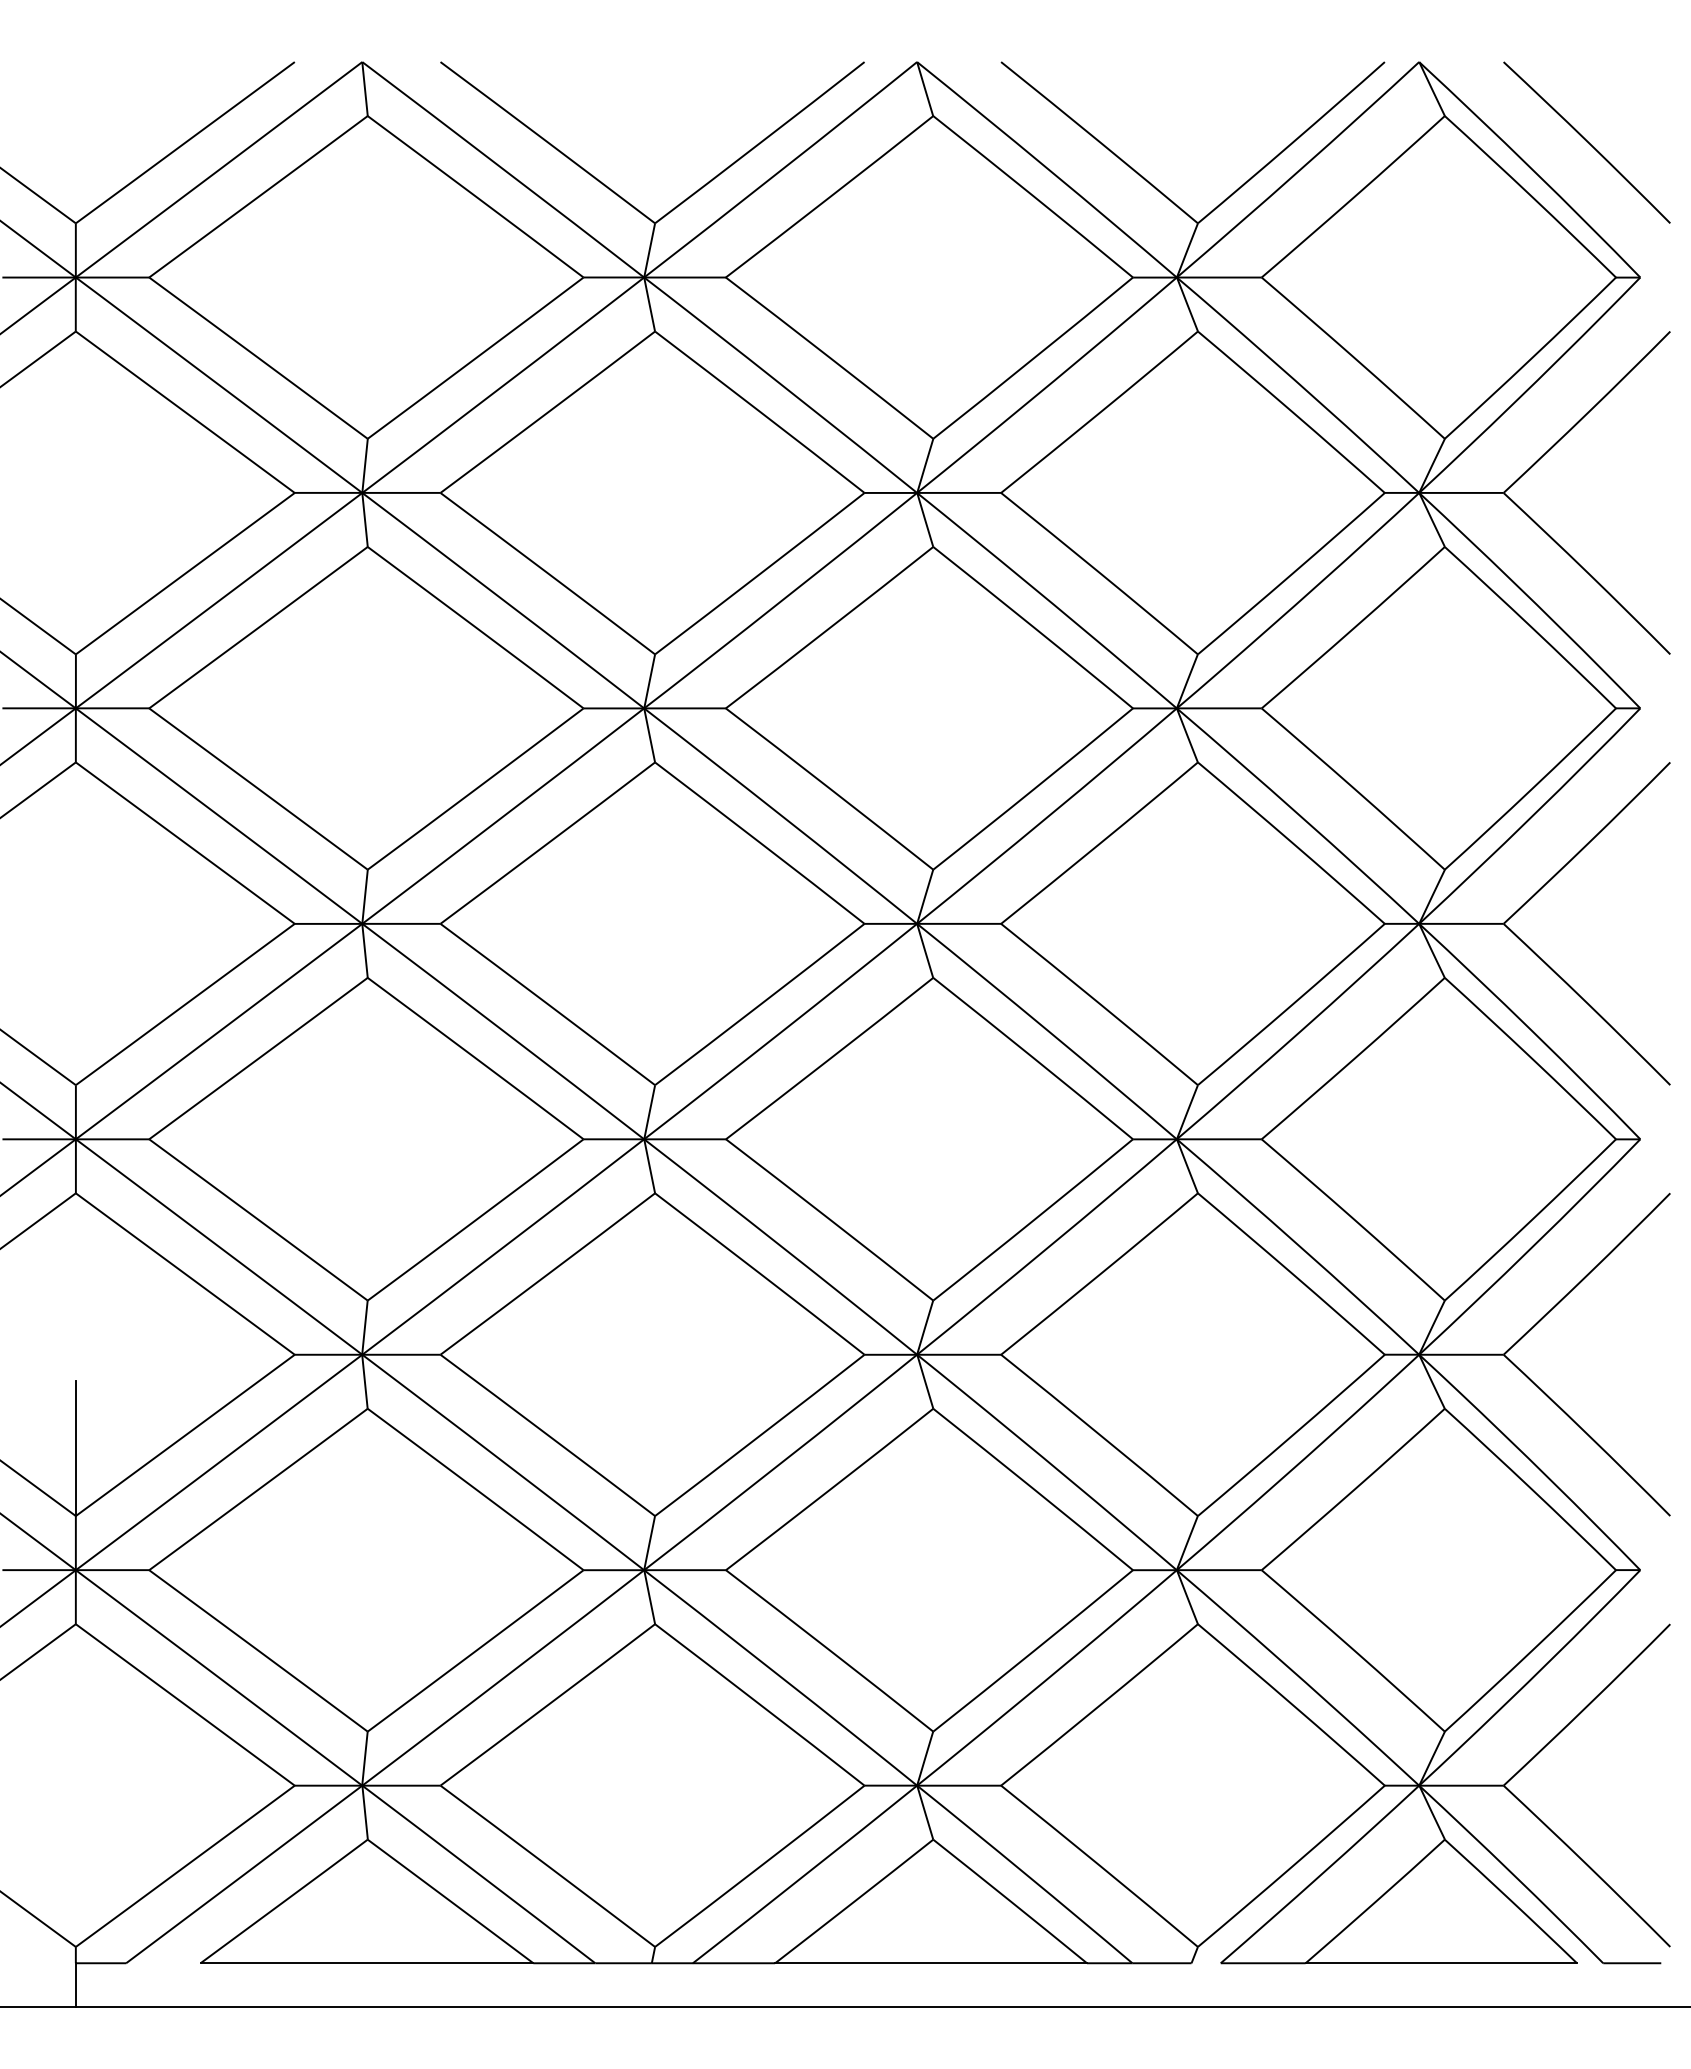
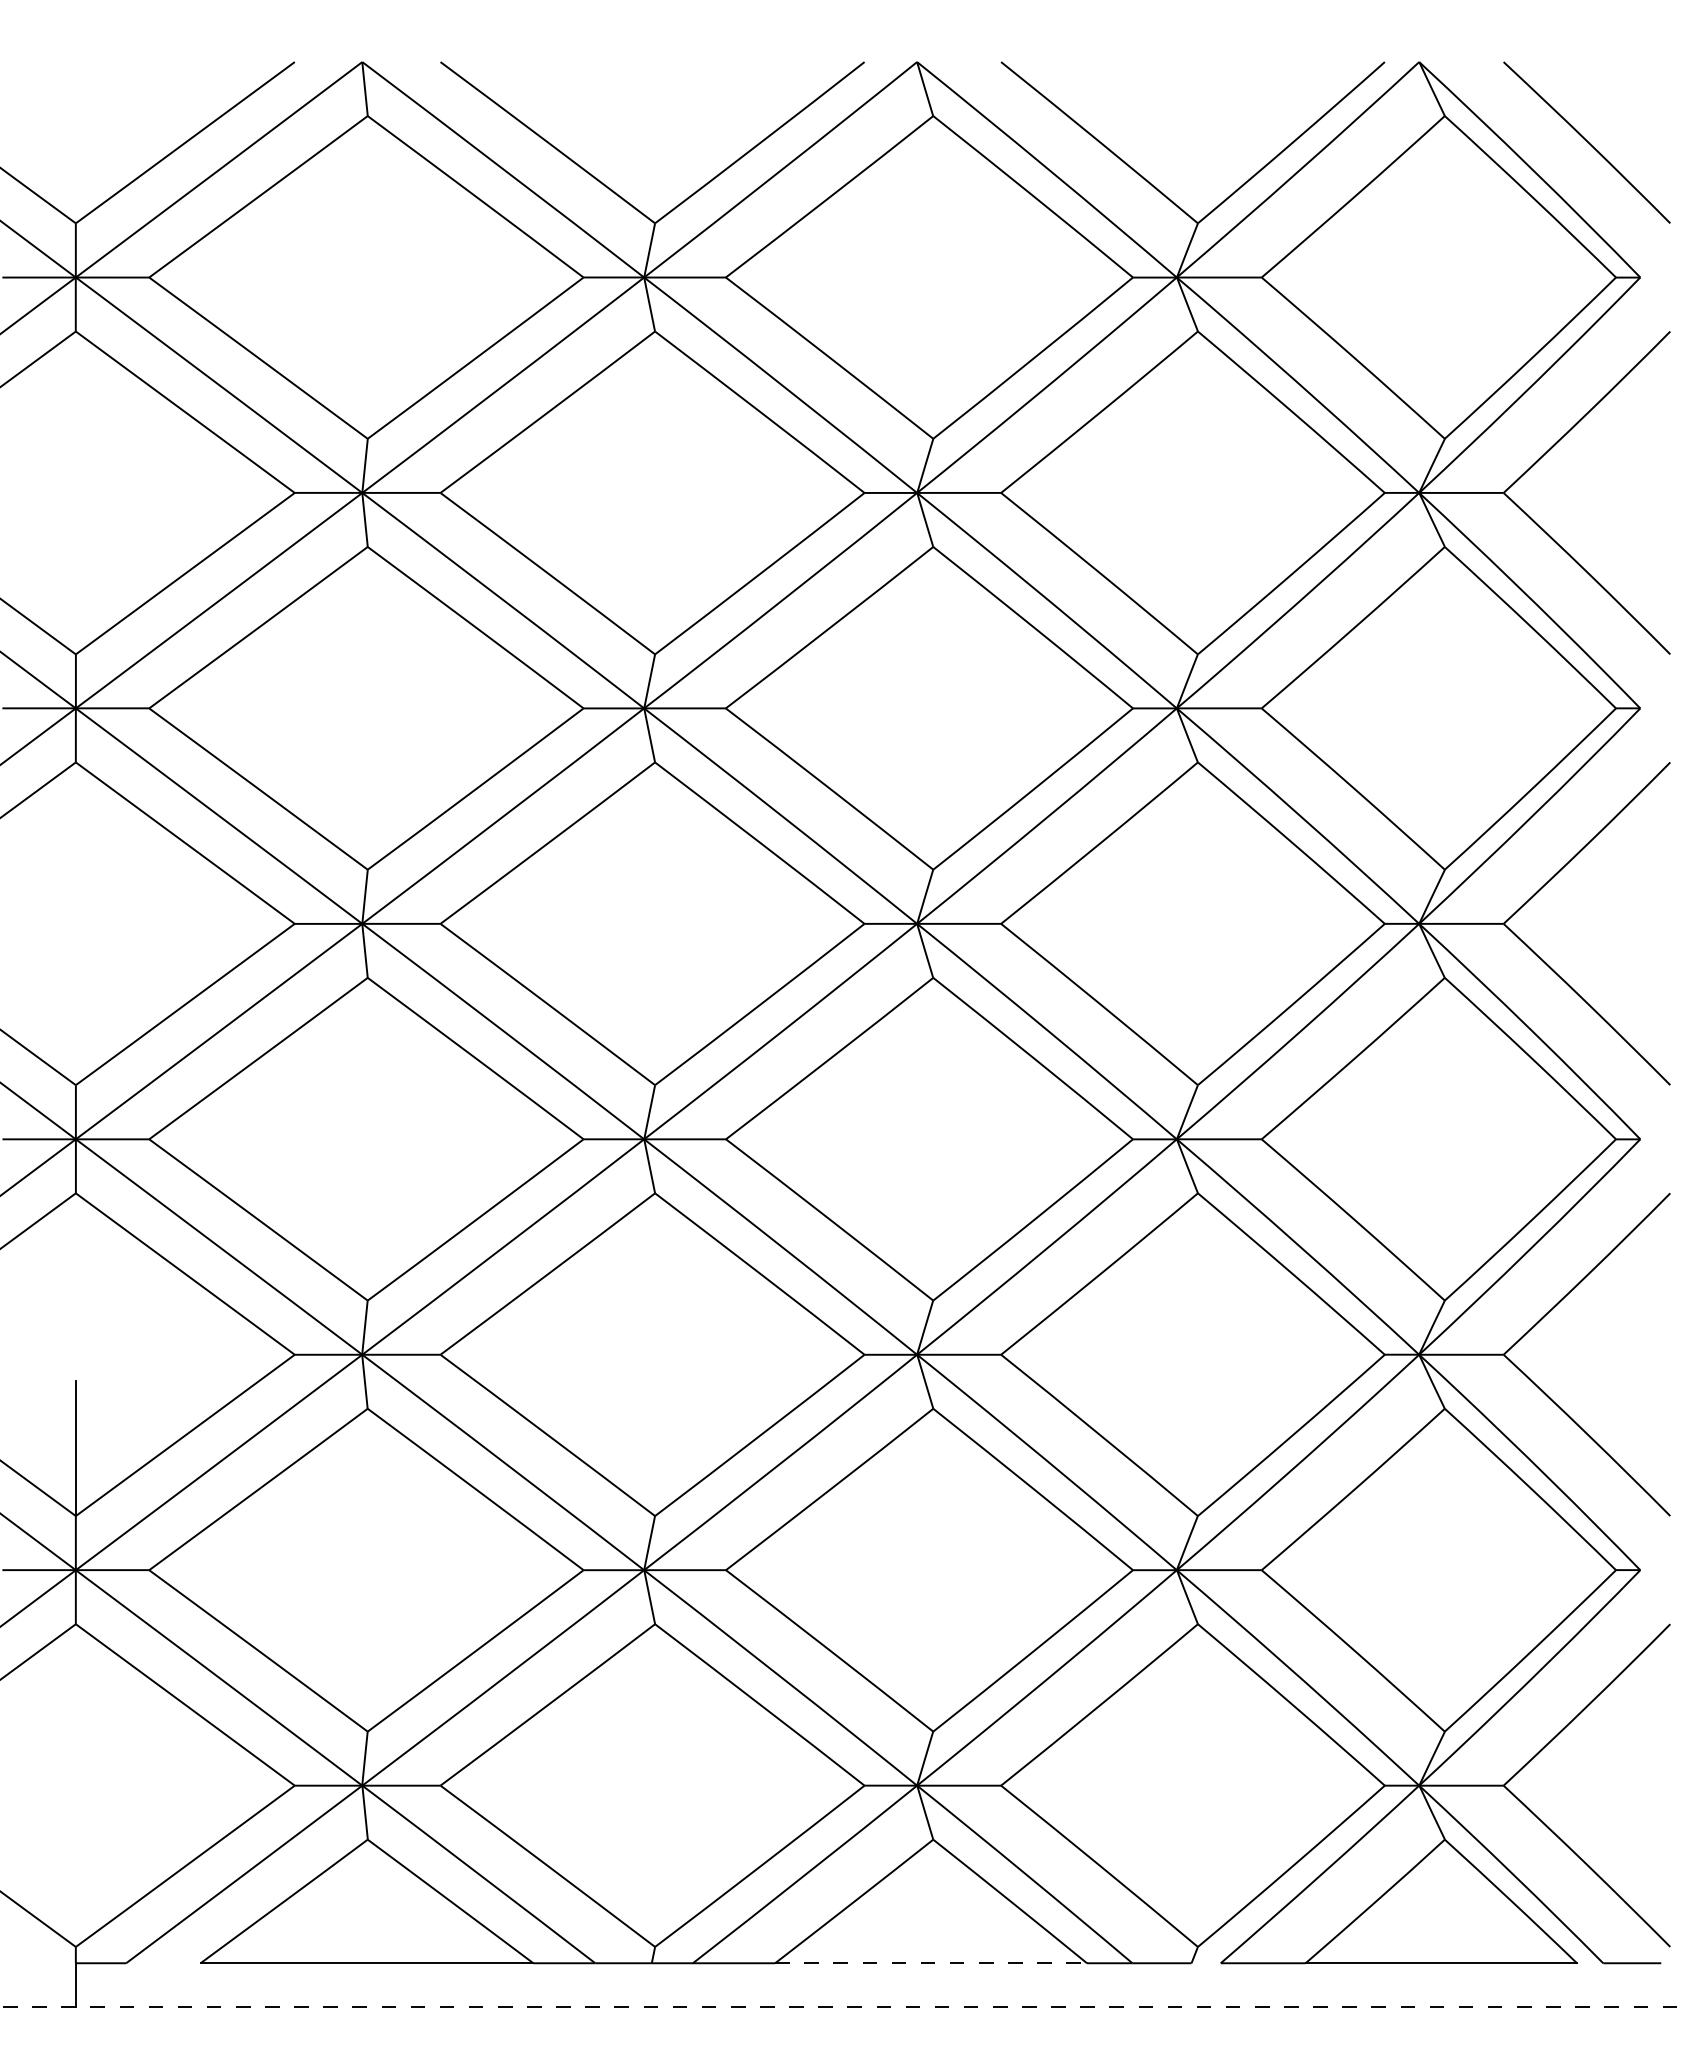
line at (931, 1963): solid -> dashed
line at (845, 2006): solid -> dashed
